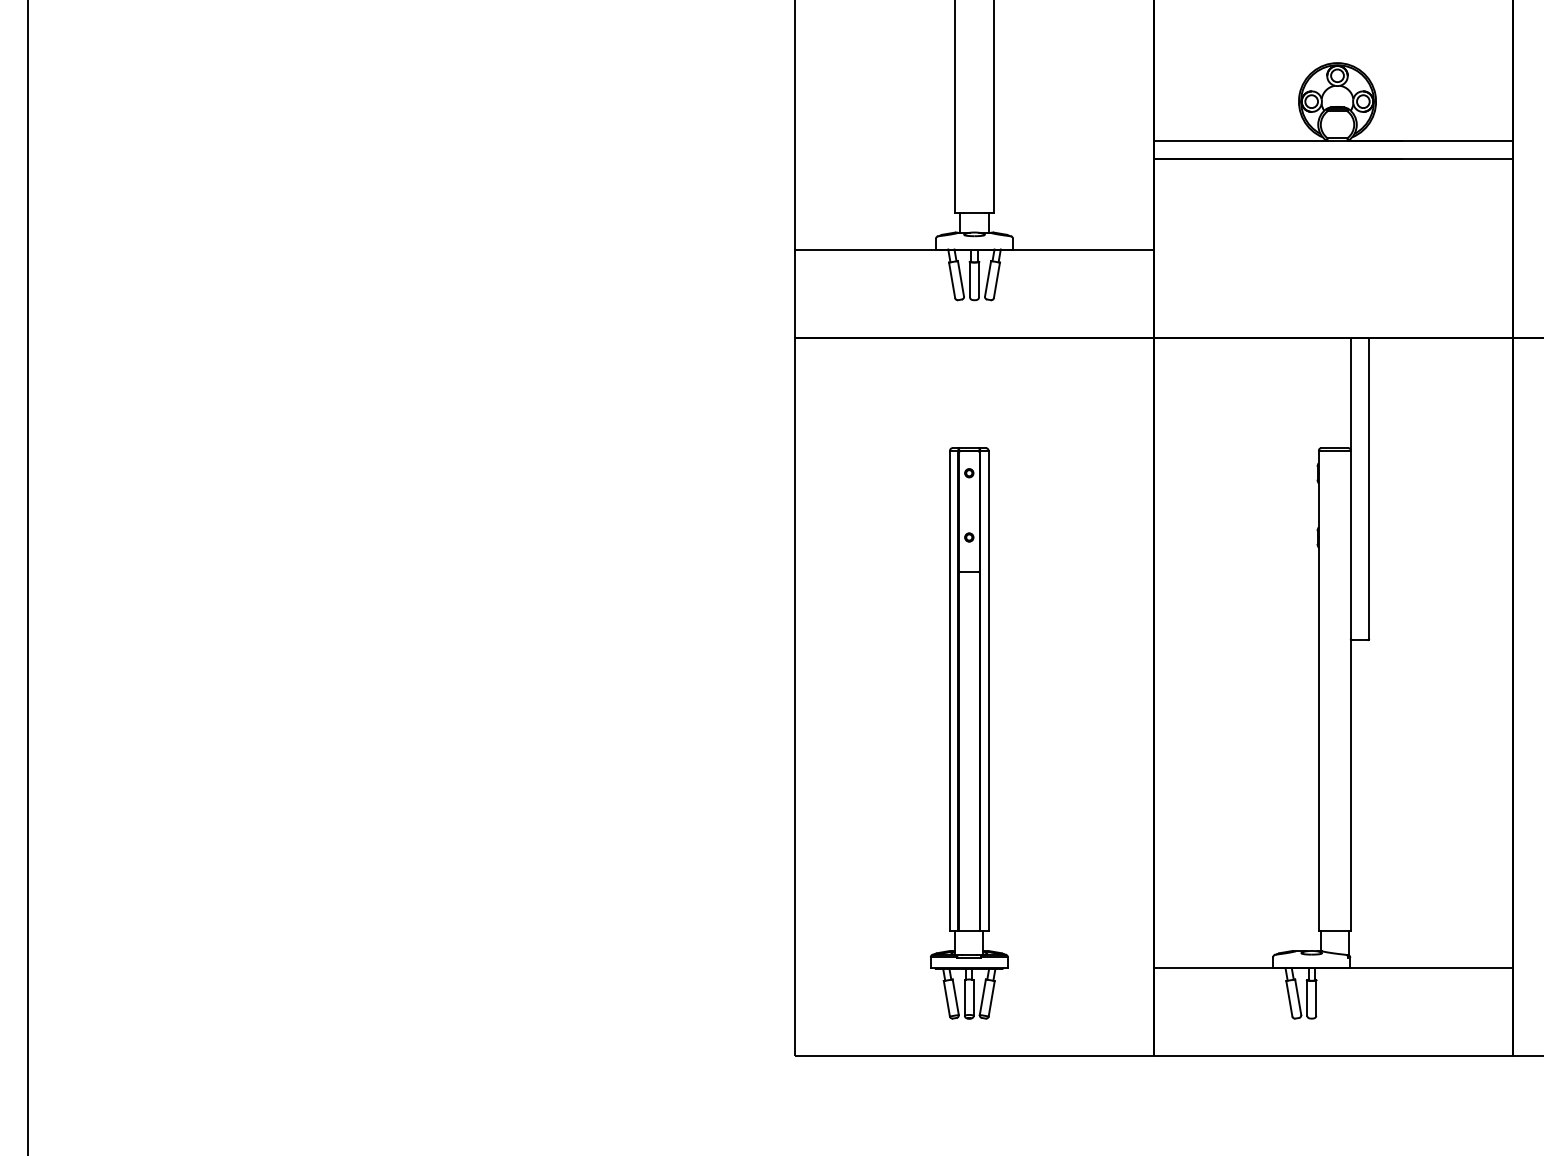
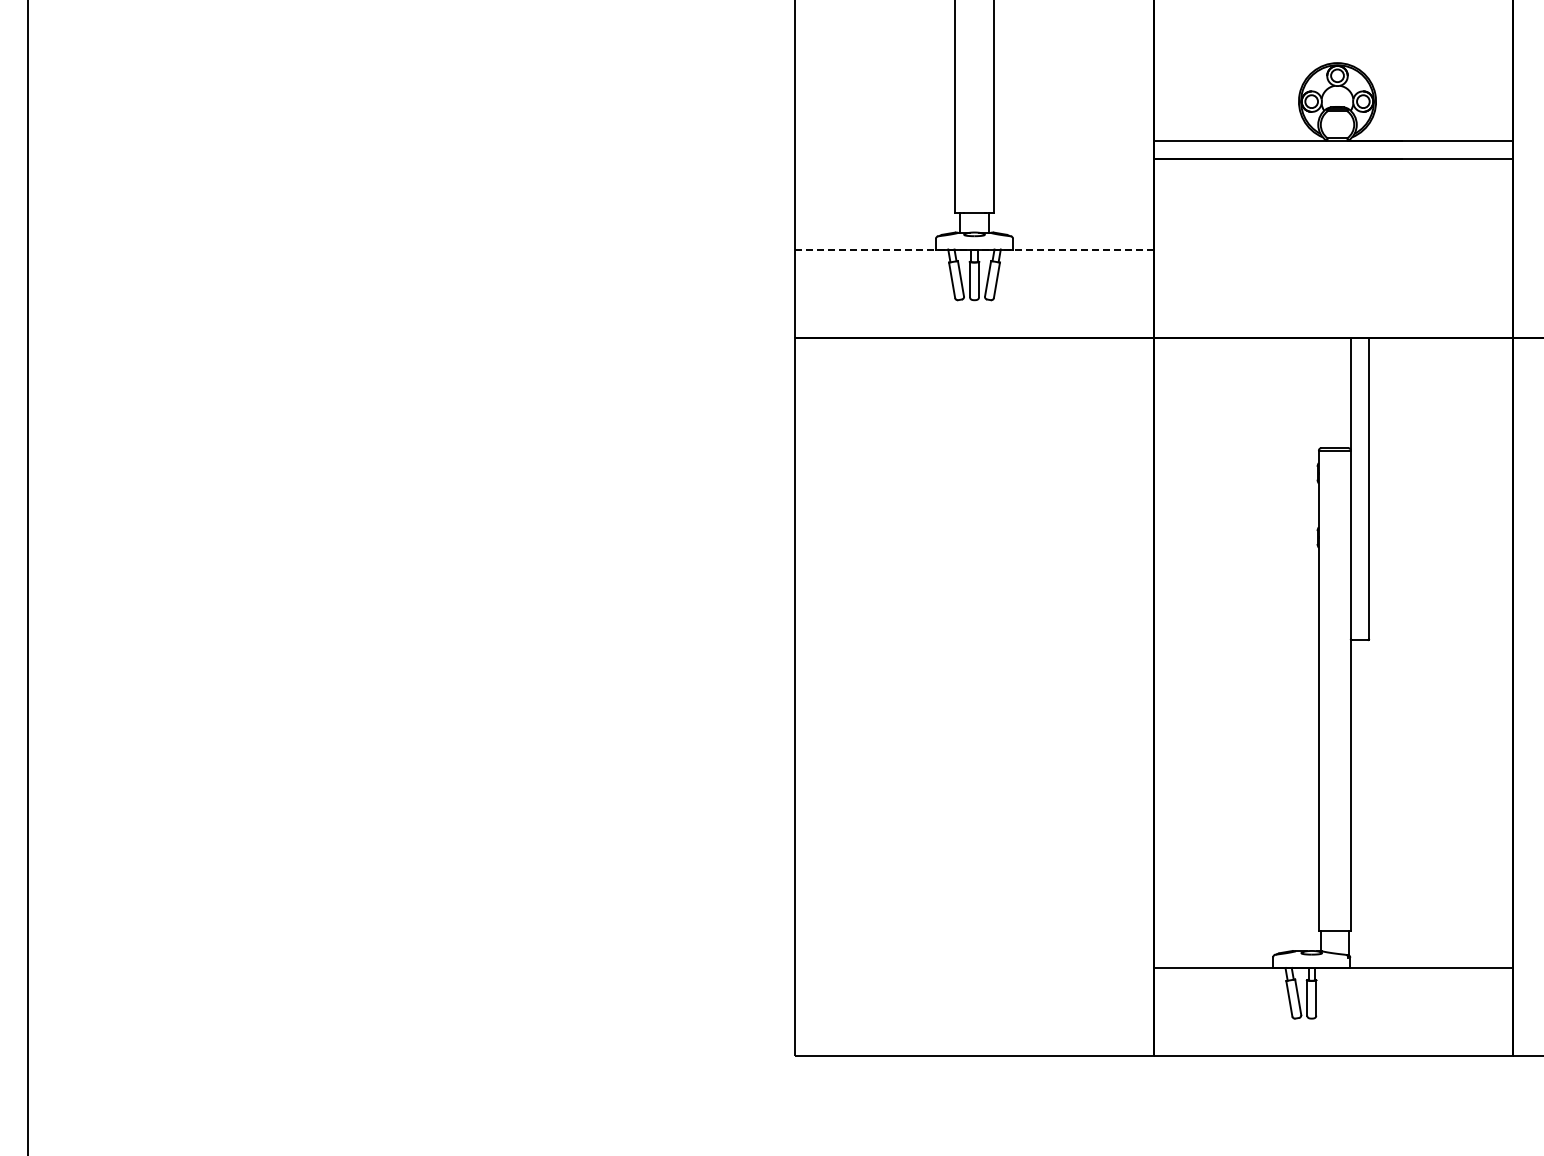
line at (974, 249): solid -> dashed
part at (968, 733): present -> none
